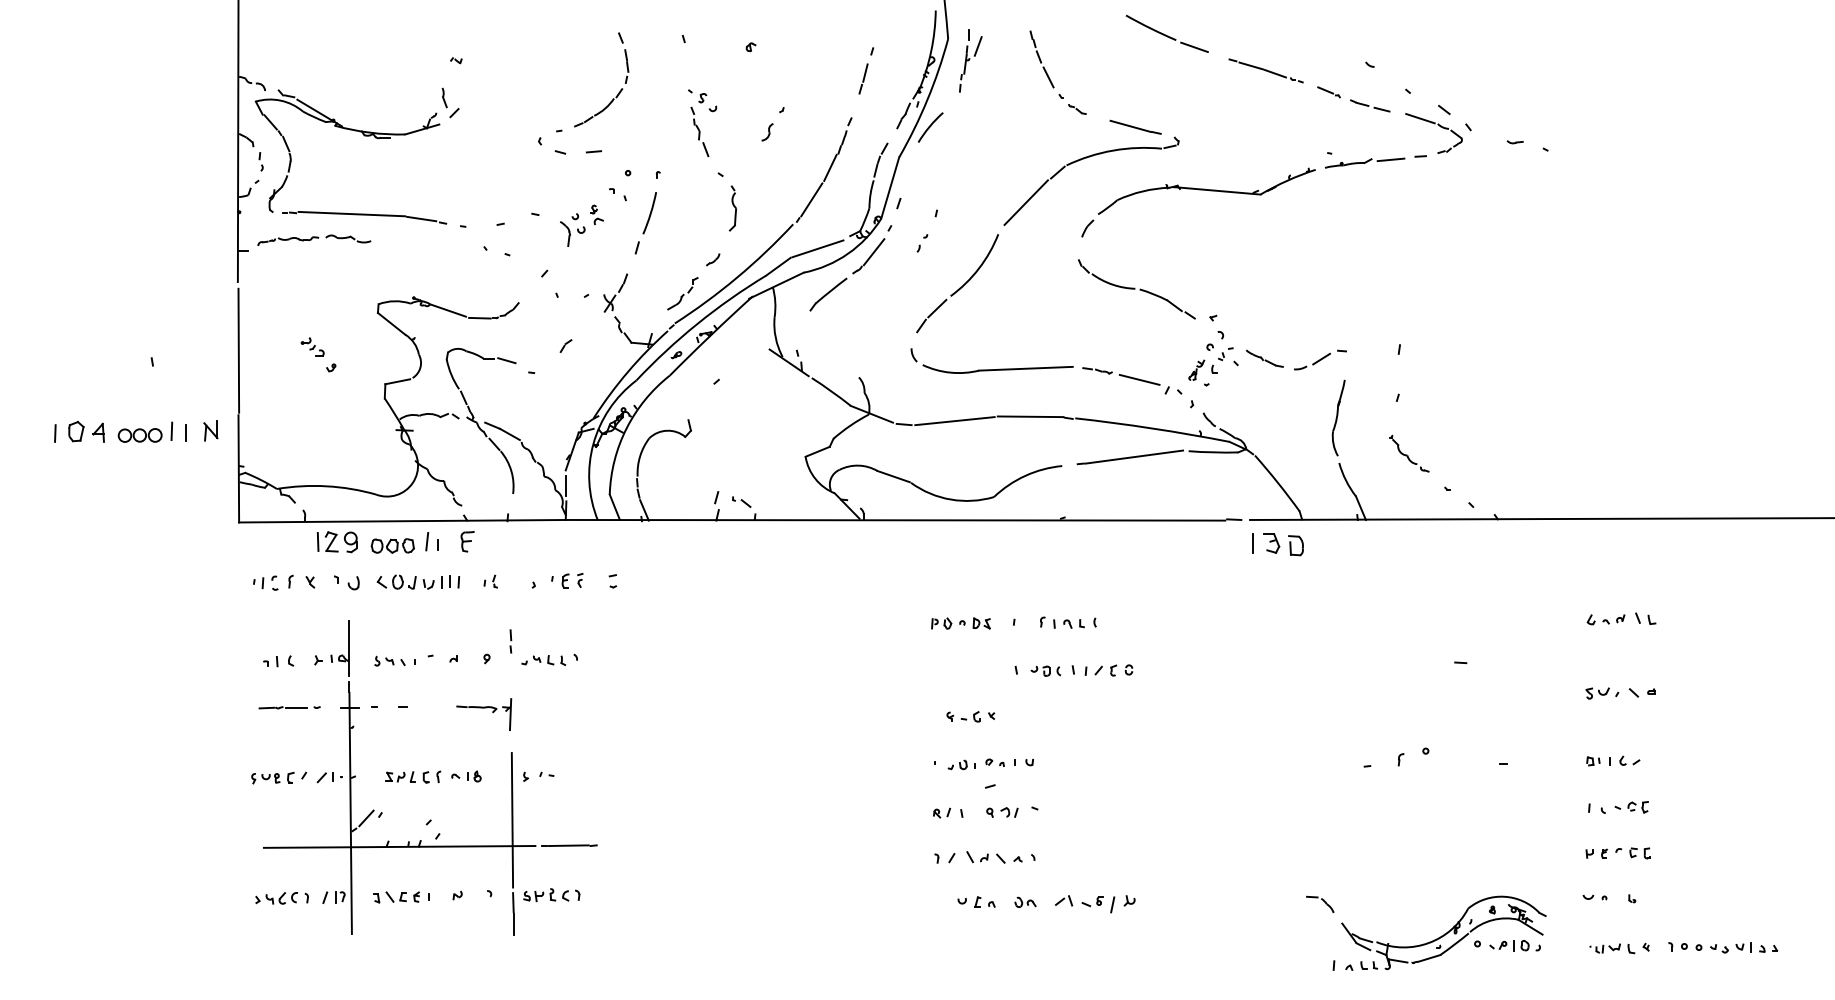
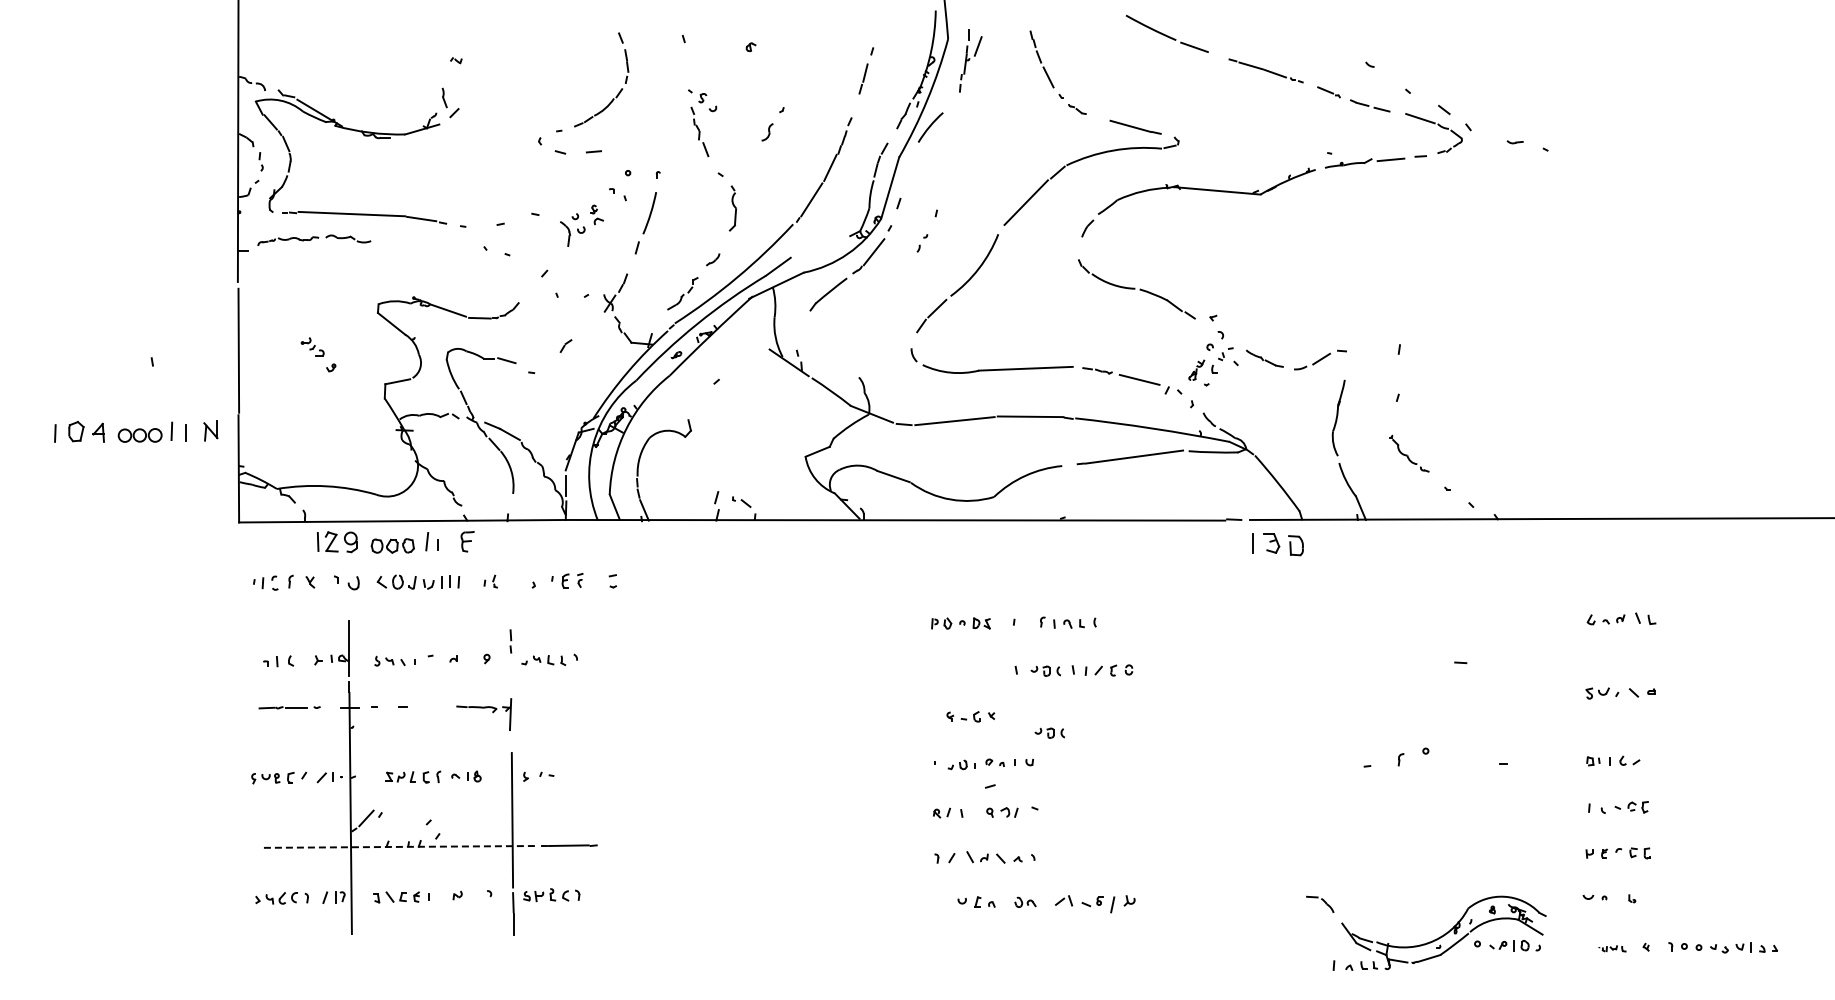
line at (817, 248): present -> none
part at (1049, 732): none -> present
line at (399, 846): solid -> dashed
part at (1612, 948) size: 47x12 px -> 29x8 px
